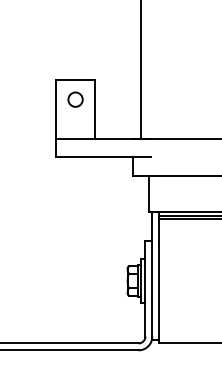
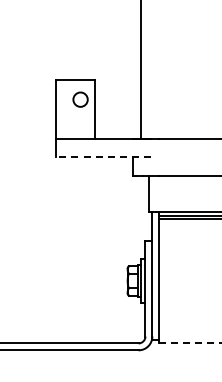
circle at (75, 99) position: (75, 99) -> (80, 99)
line at (103, 157): solid -> dashed
line at (190, 342): solid -> dashed
